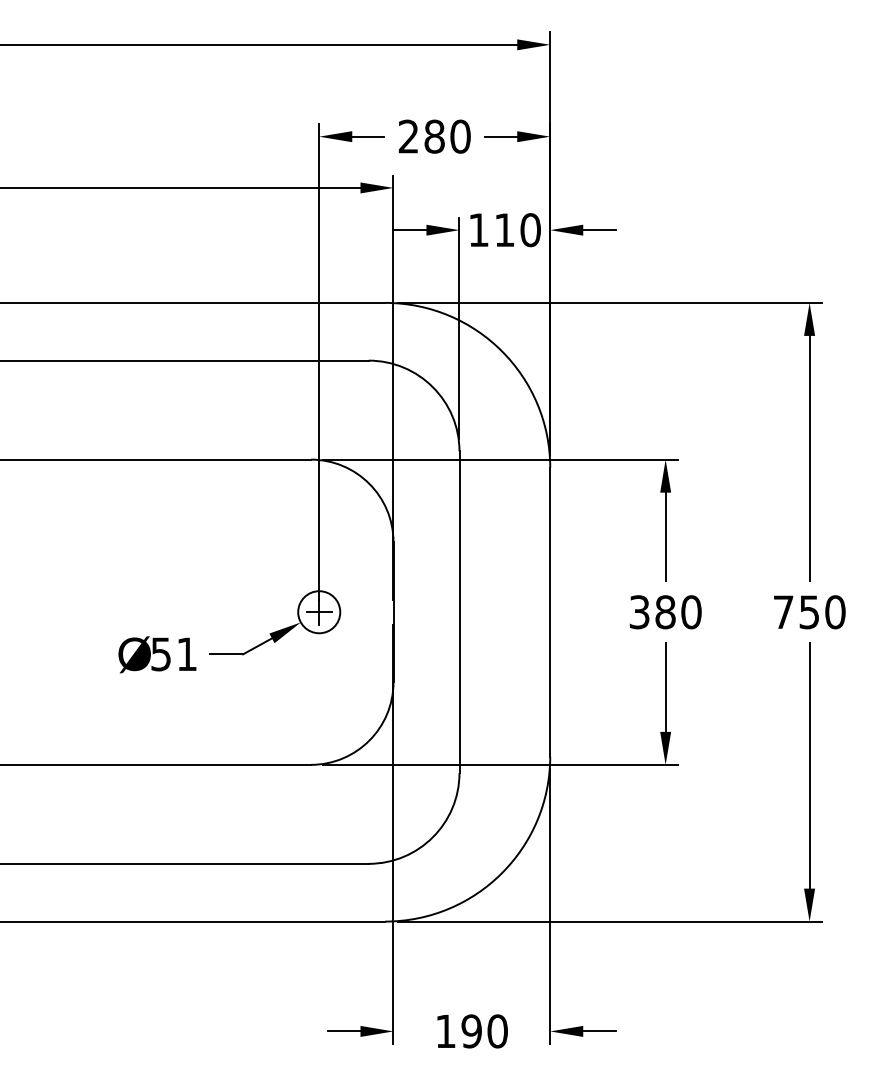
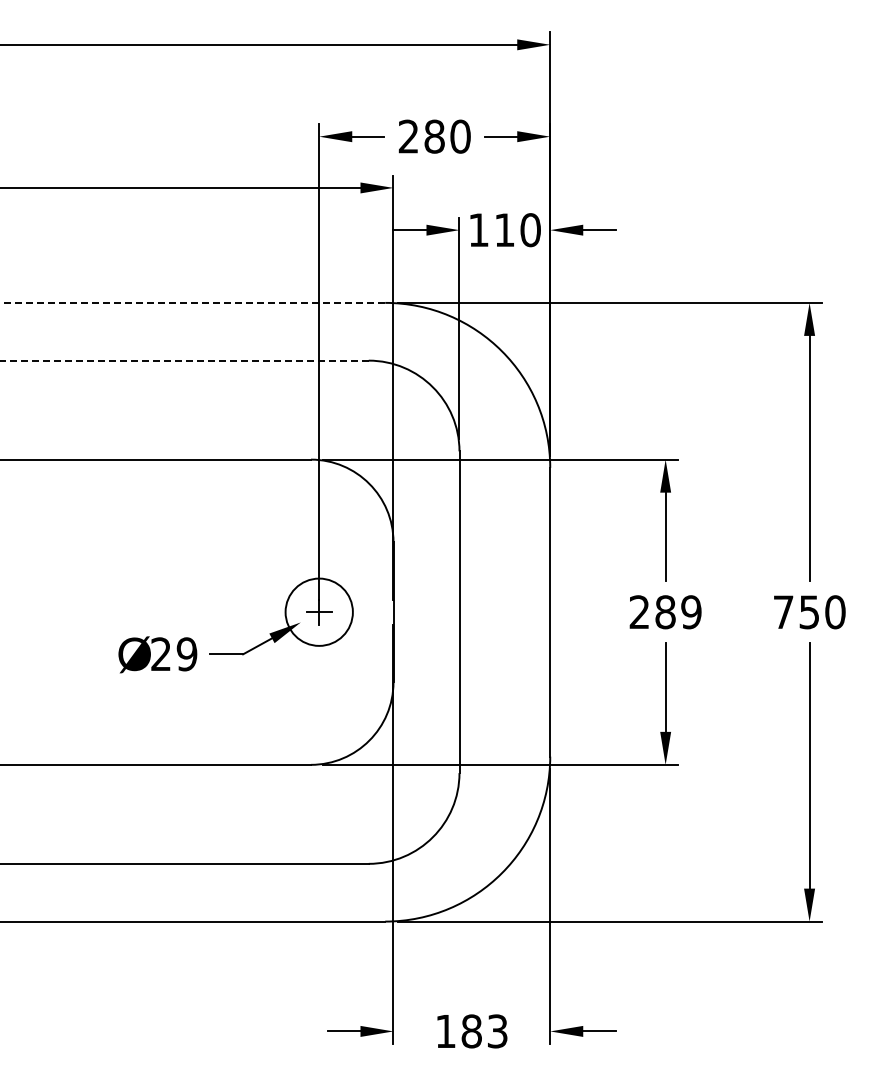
line at (192, 302): solid -> dashed
line at (183, 360): solid -> dashed
circle at (319, 612) diameter: 42 px -> 67 px
text at (665, 612): 380 -> 289
text at (174, 654): 51 -> 29
text at (484, 1031): 190 -> 183
